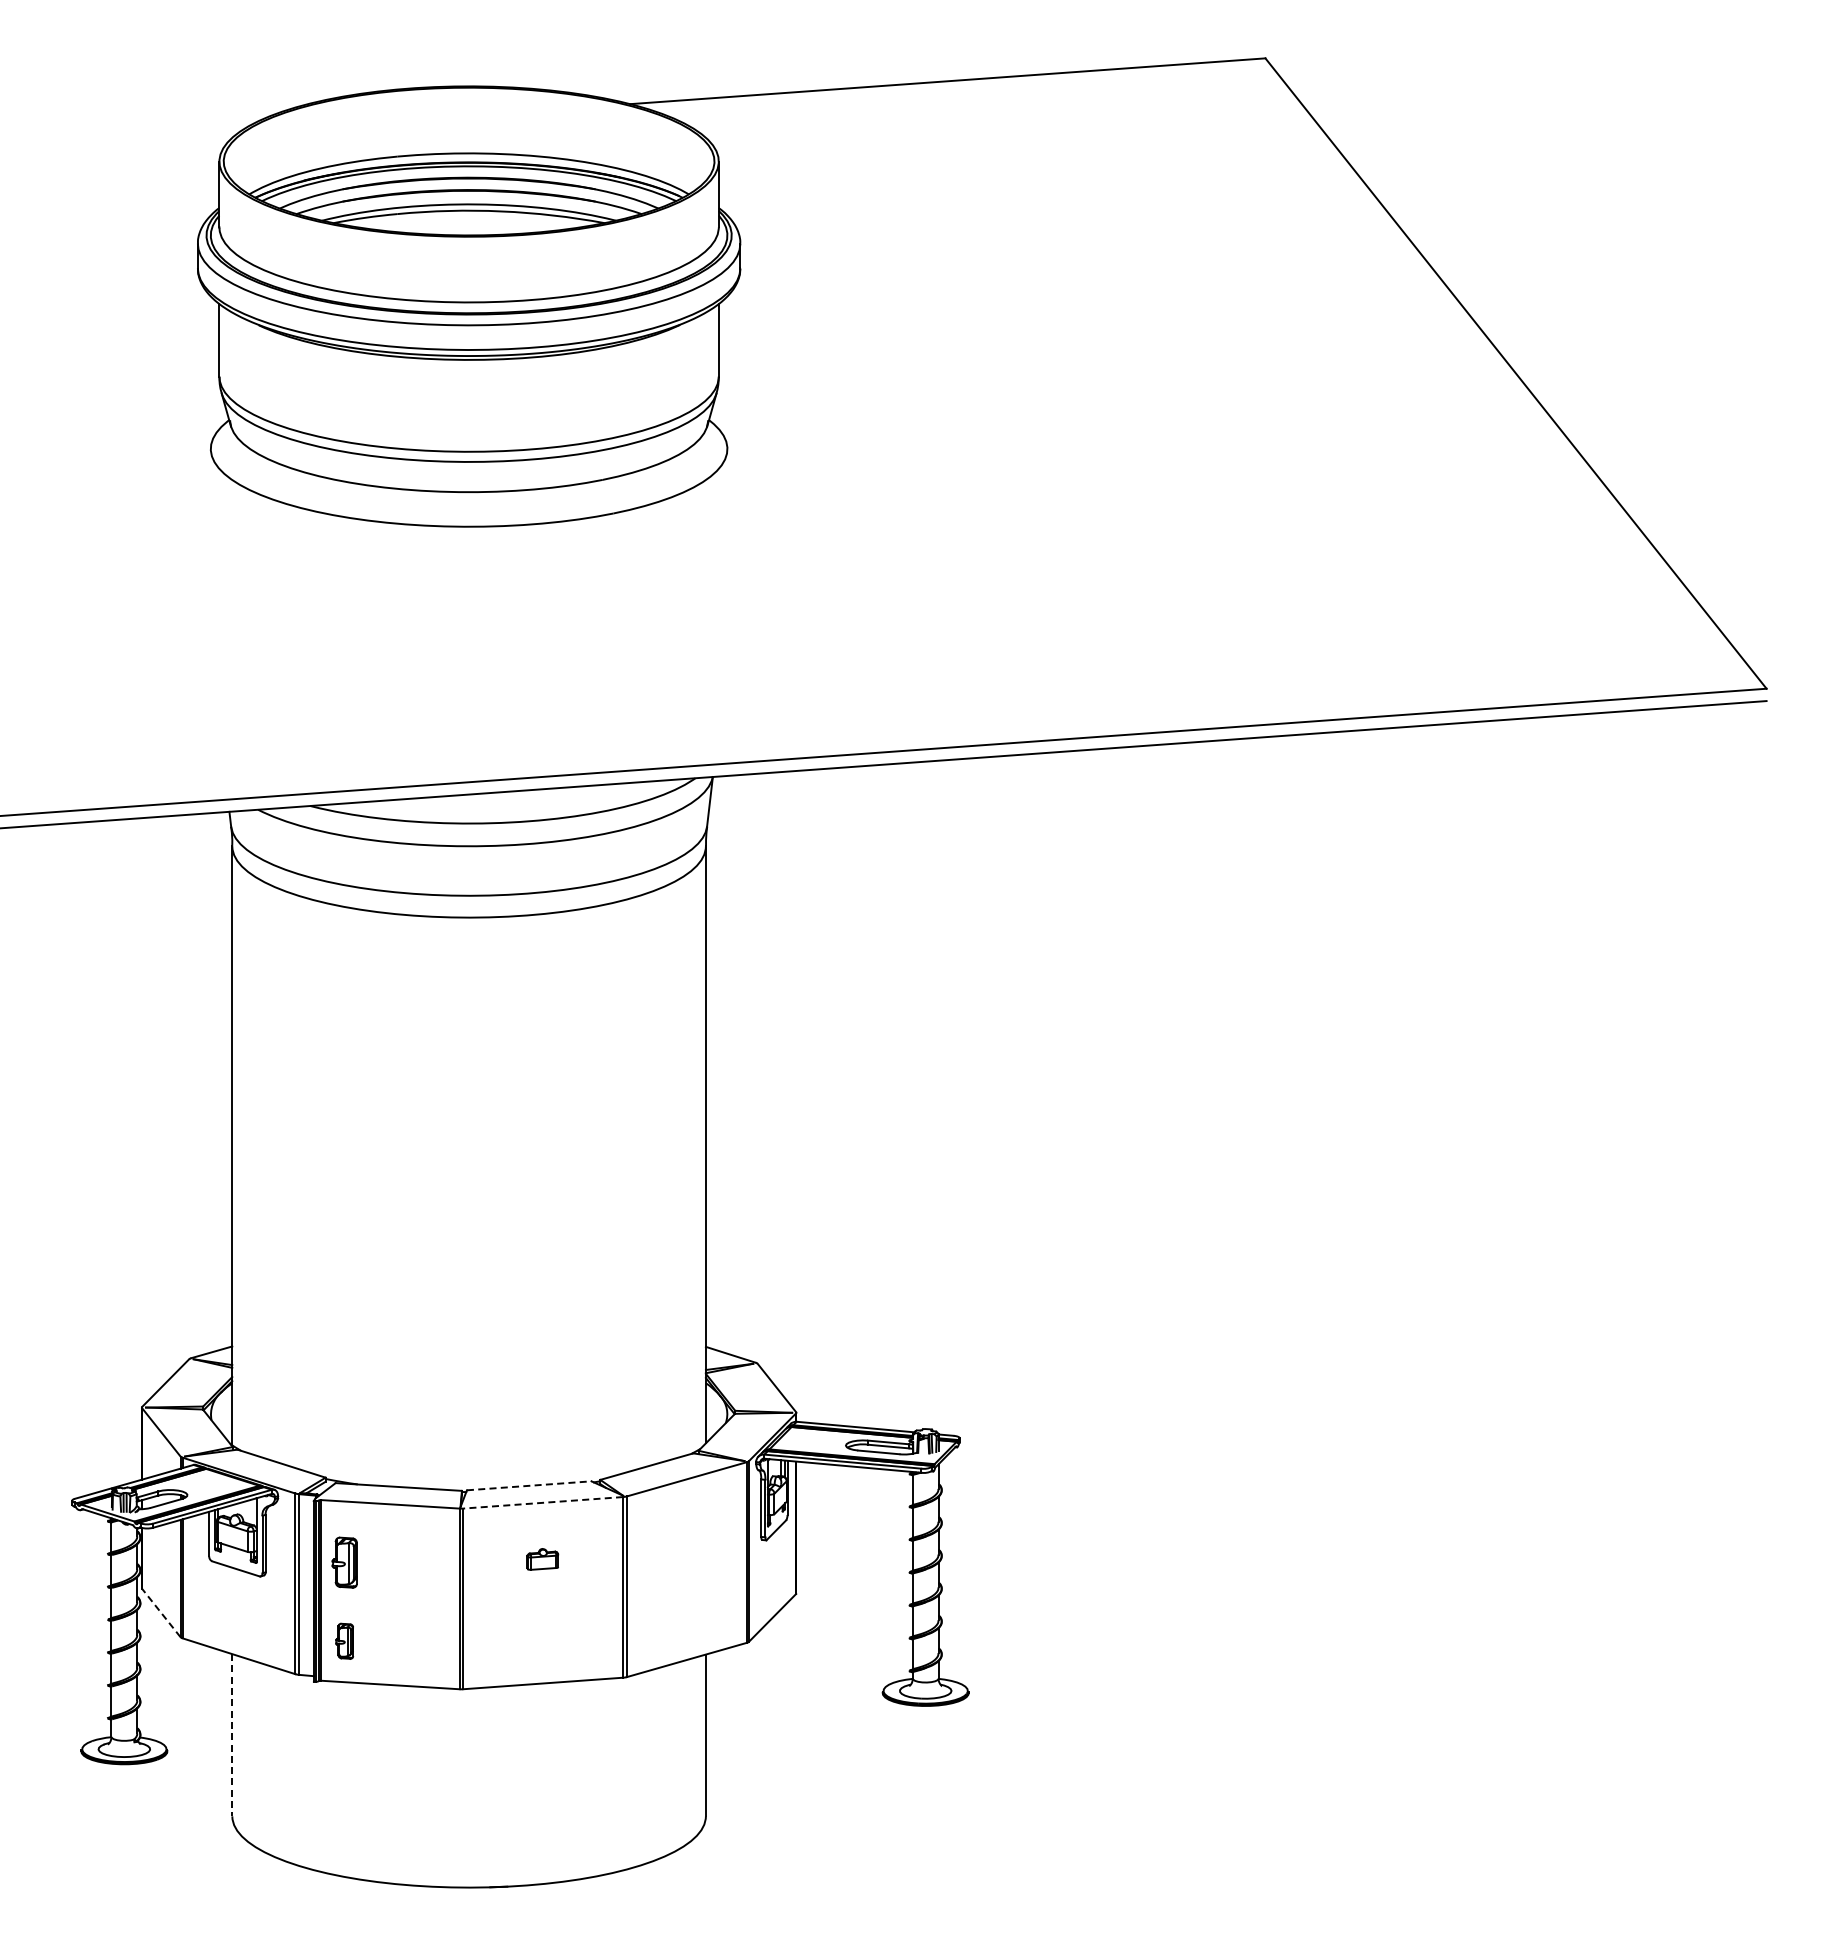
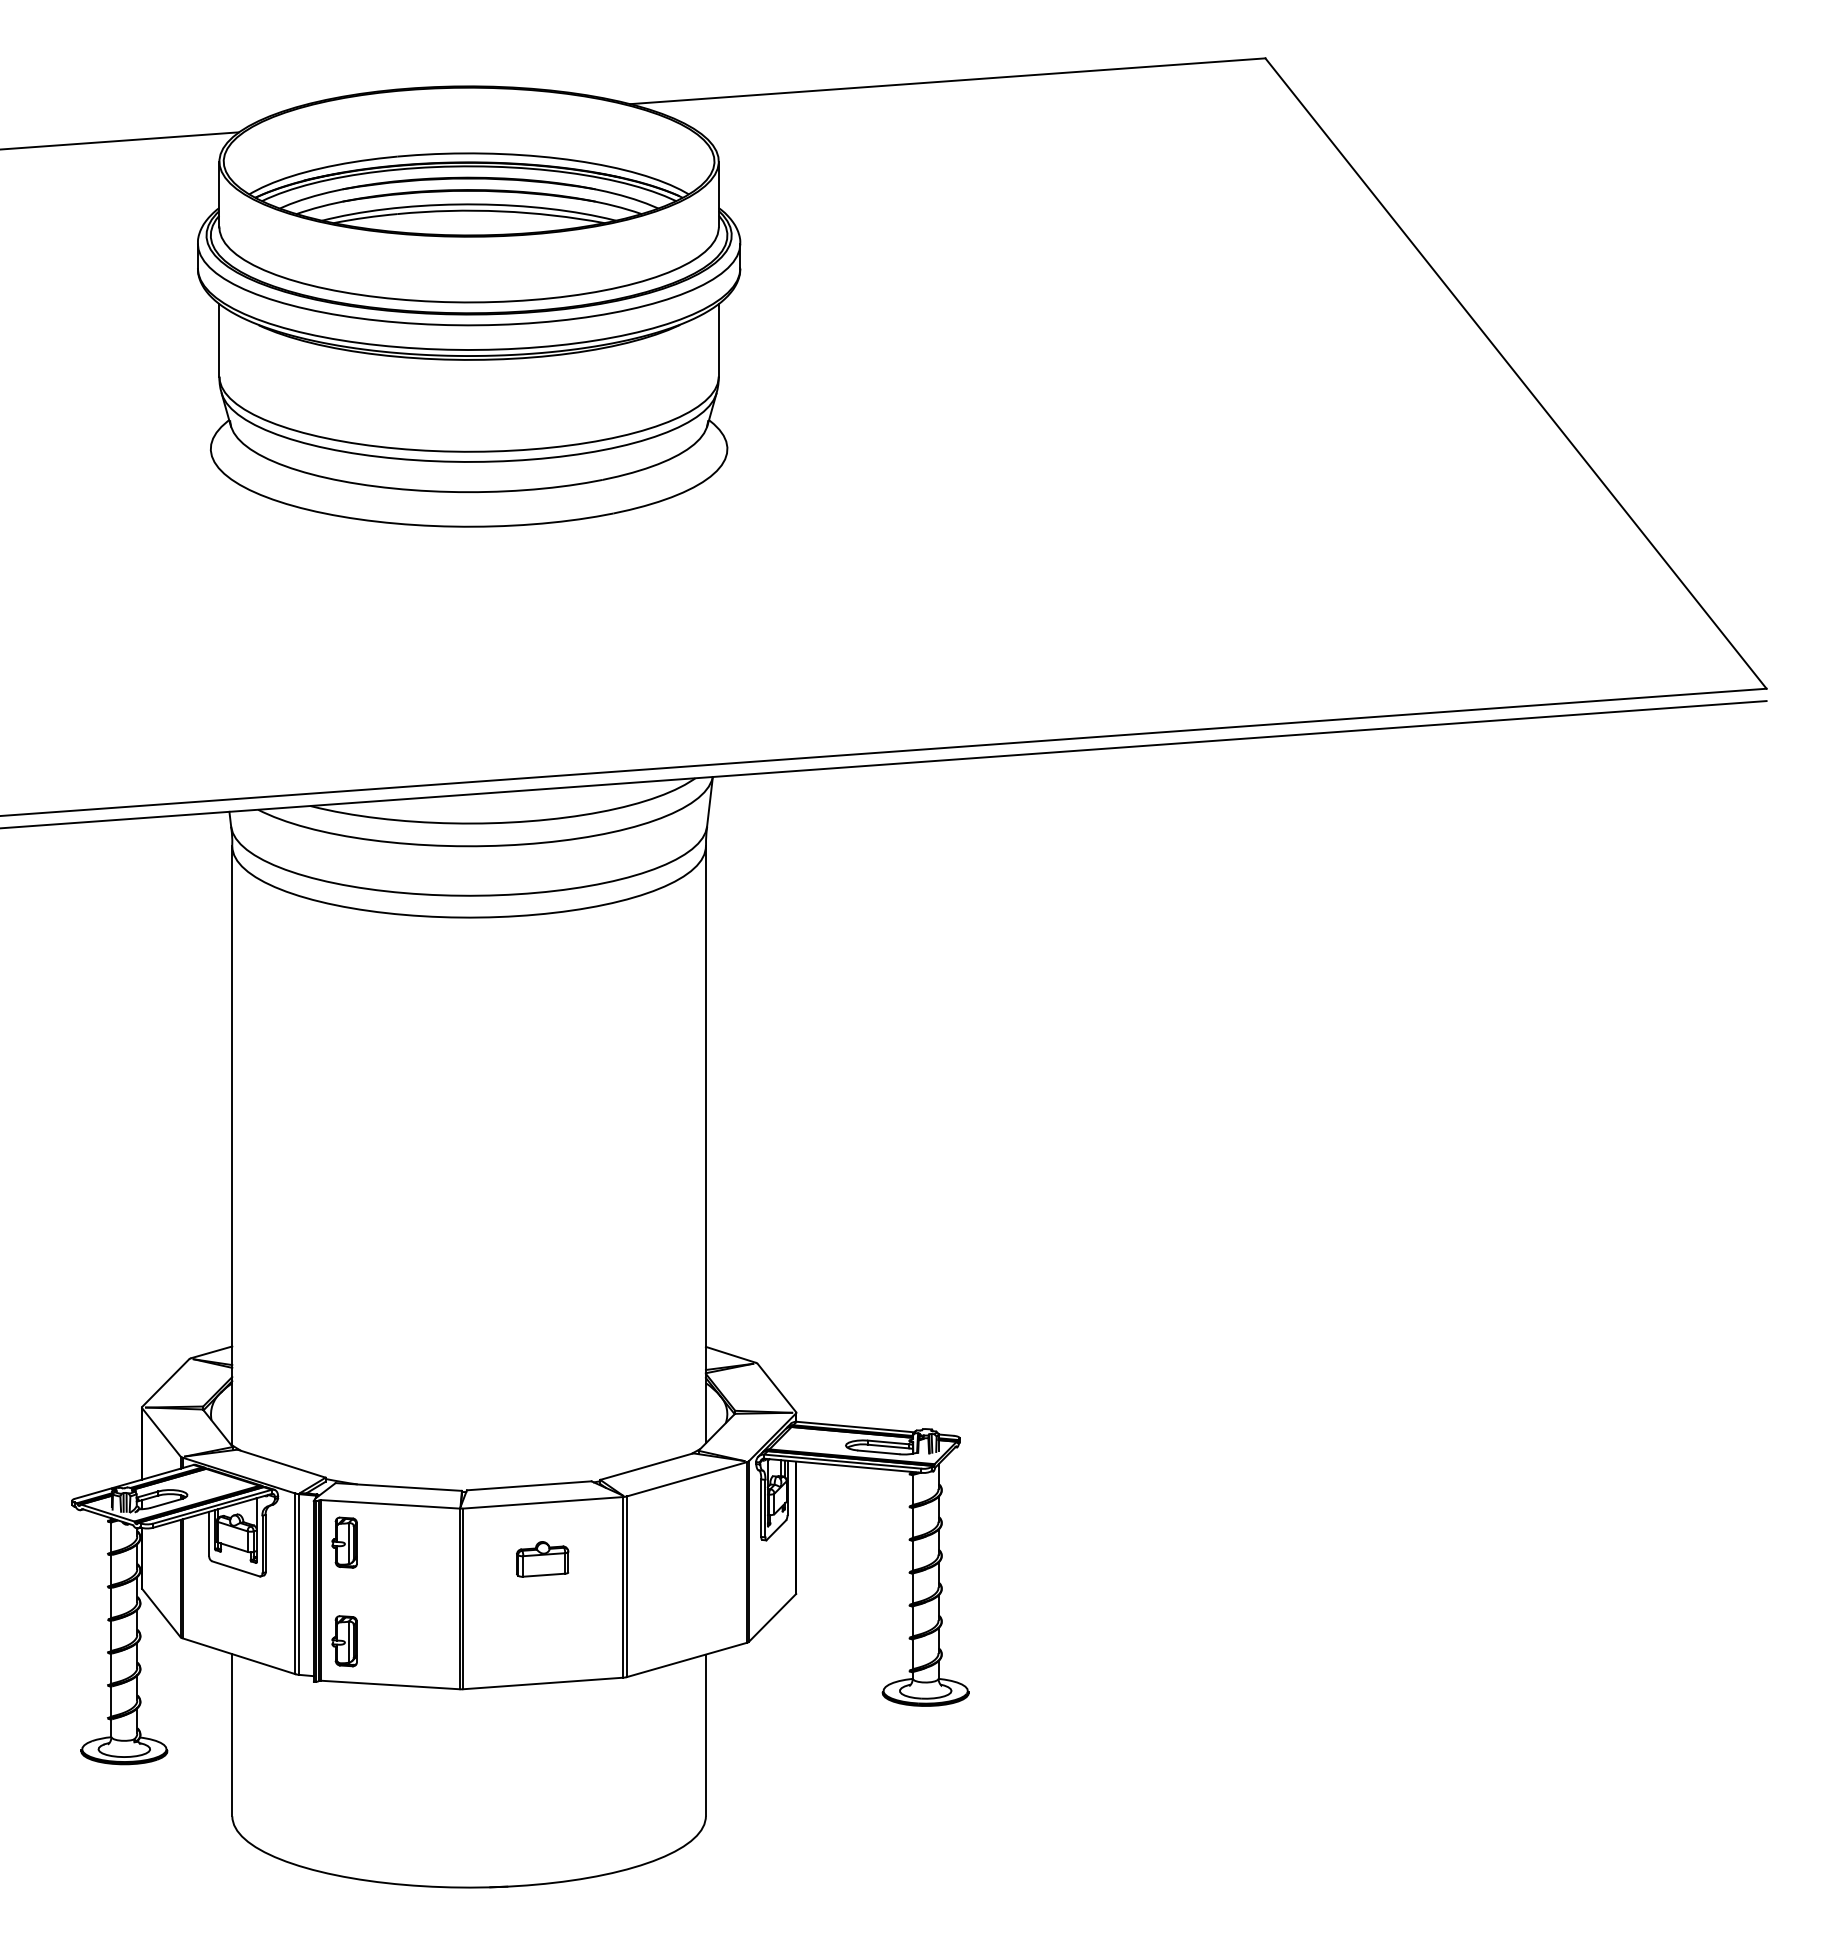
line at (120, 140): none -> present
line at (529, 1485): dashed -> solid
line at (542, 1502): dashed -> solid
part at (542, 1559) size: 34x23 px -> 54x37 px
part at (344, 1562) position: (344, 1562) -> (344, 1542)
line at (161, 1613): dashed -> solid
part at (344, 1640) size: 19x38 px -> 27x53 px
line at (232, 1735): dashed -> solid
